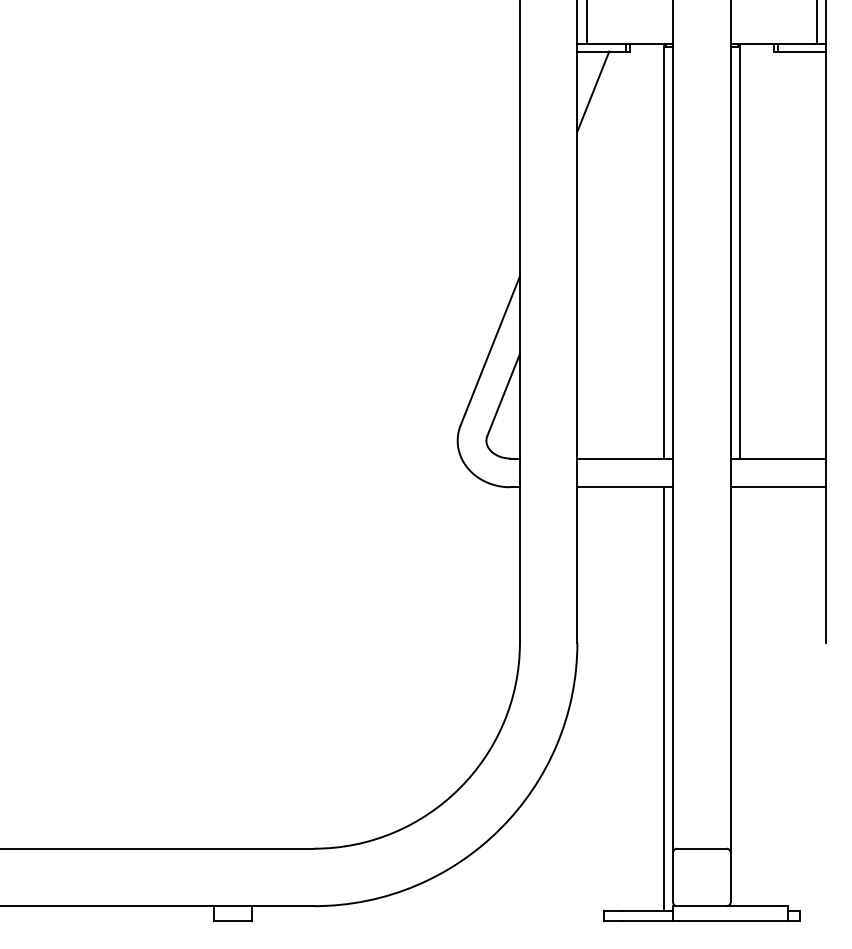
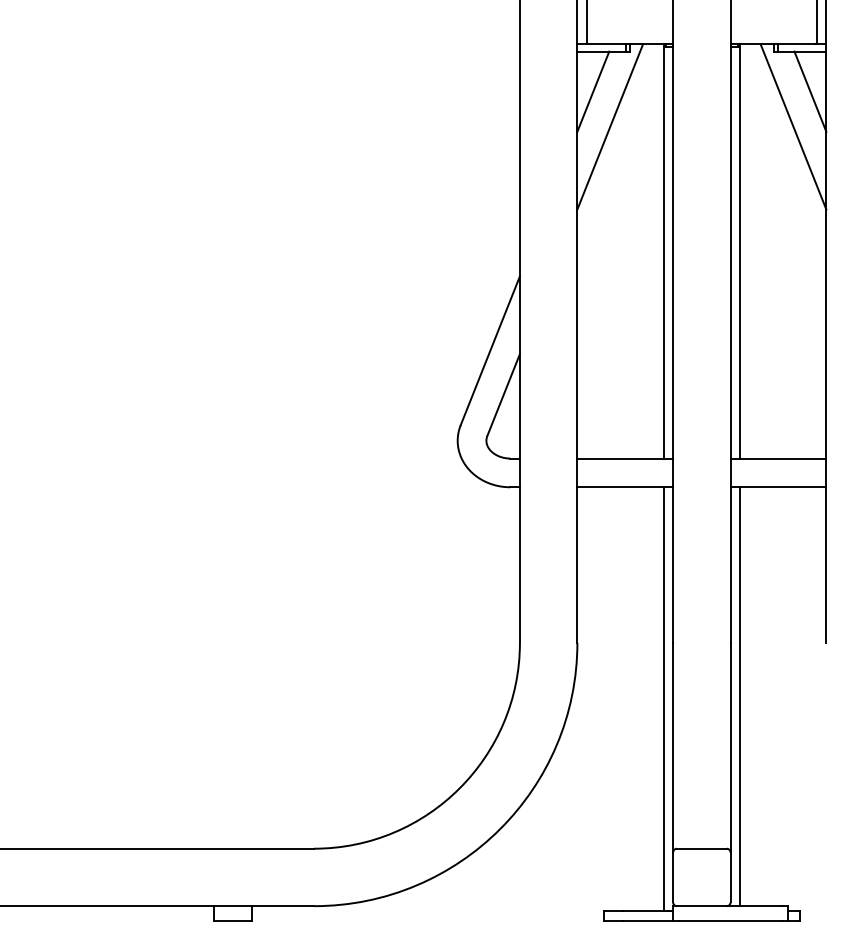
line at (810, 91): none -> present
line at (610, 126): none -> present
line at (793, 126): none -> present
line at (740, 696): none -> present
